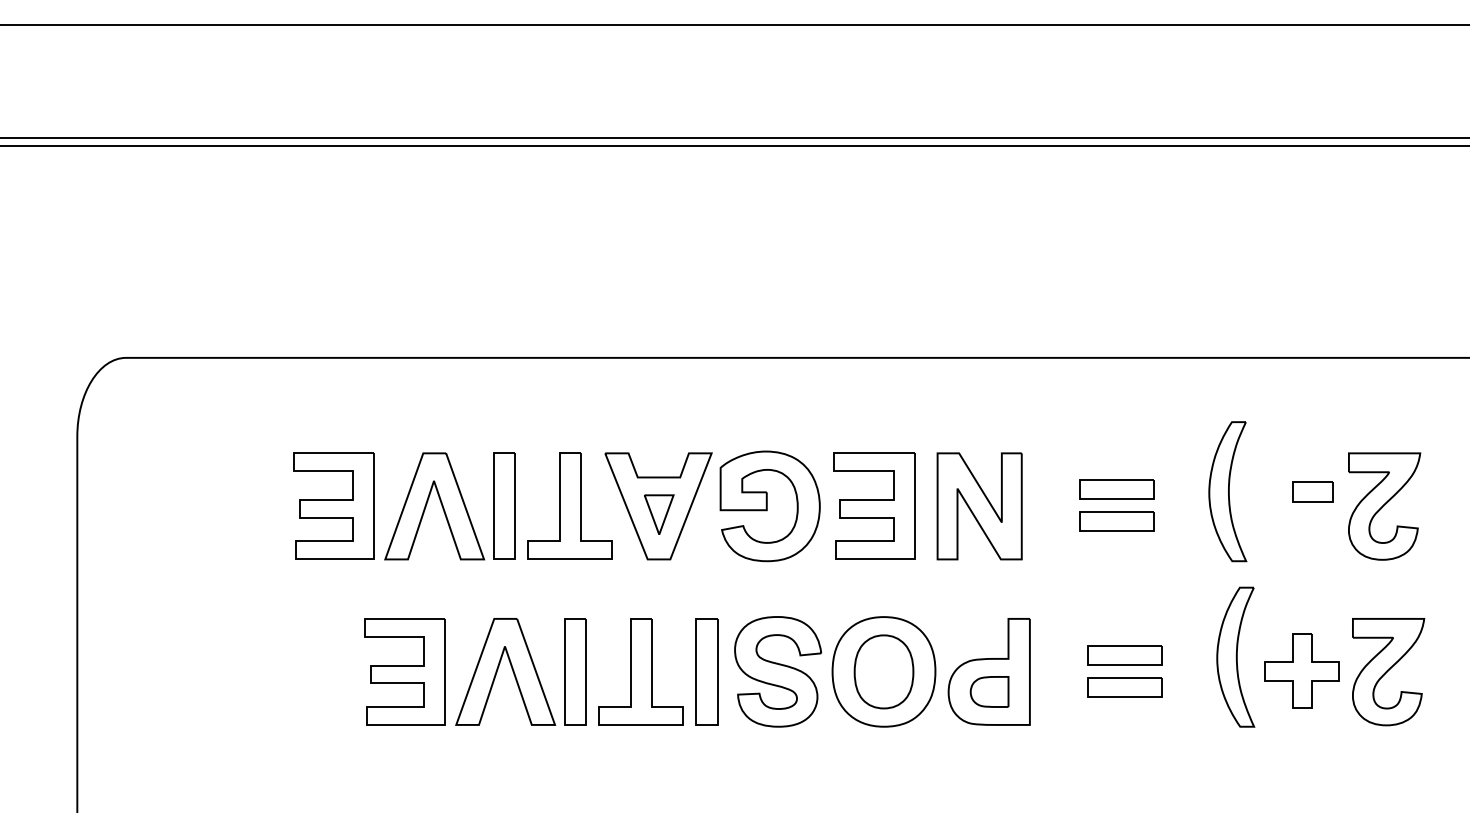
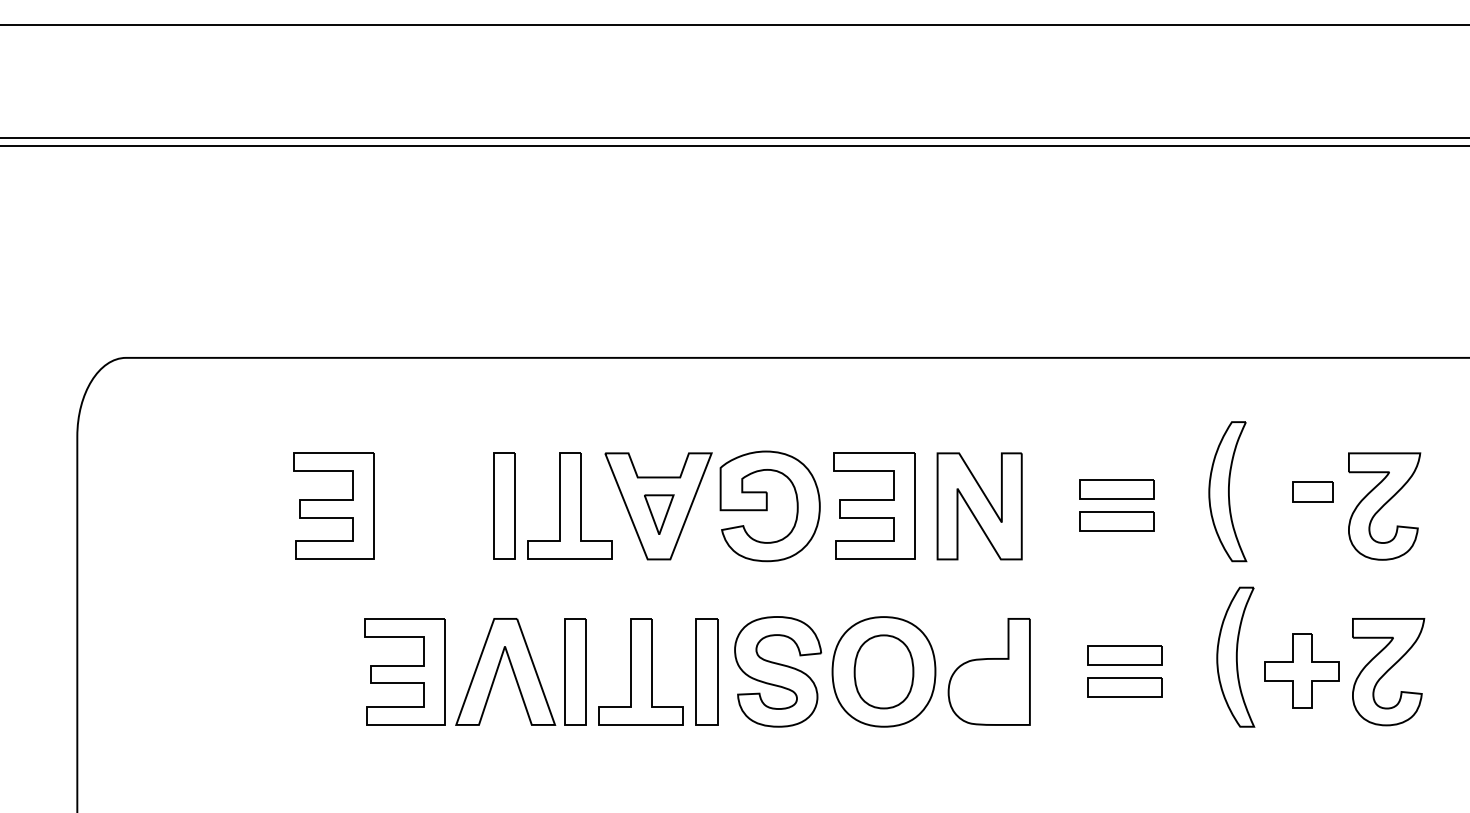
part at (440, 503): present -> none
part at (989, 691): present -> none
